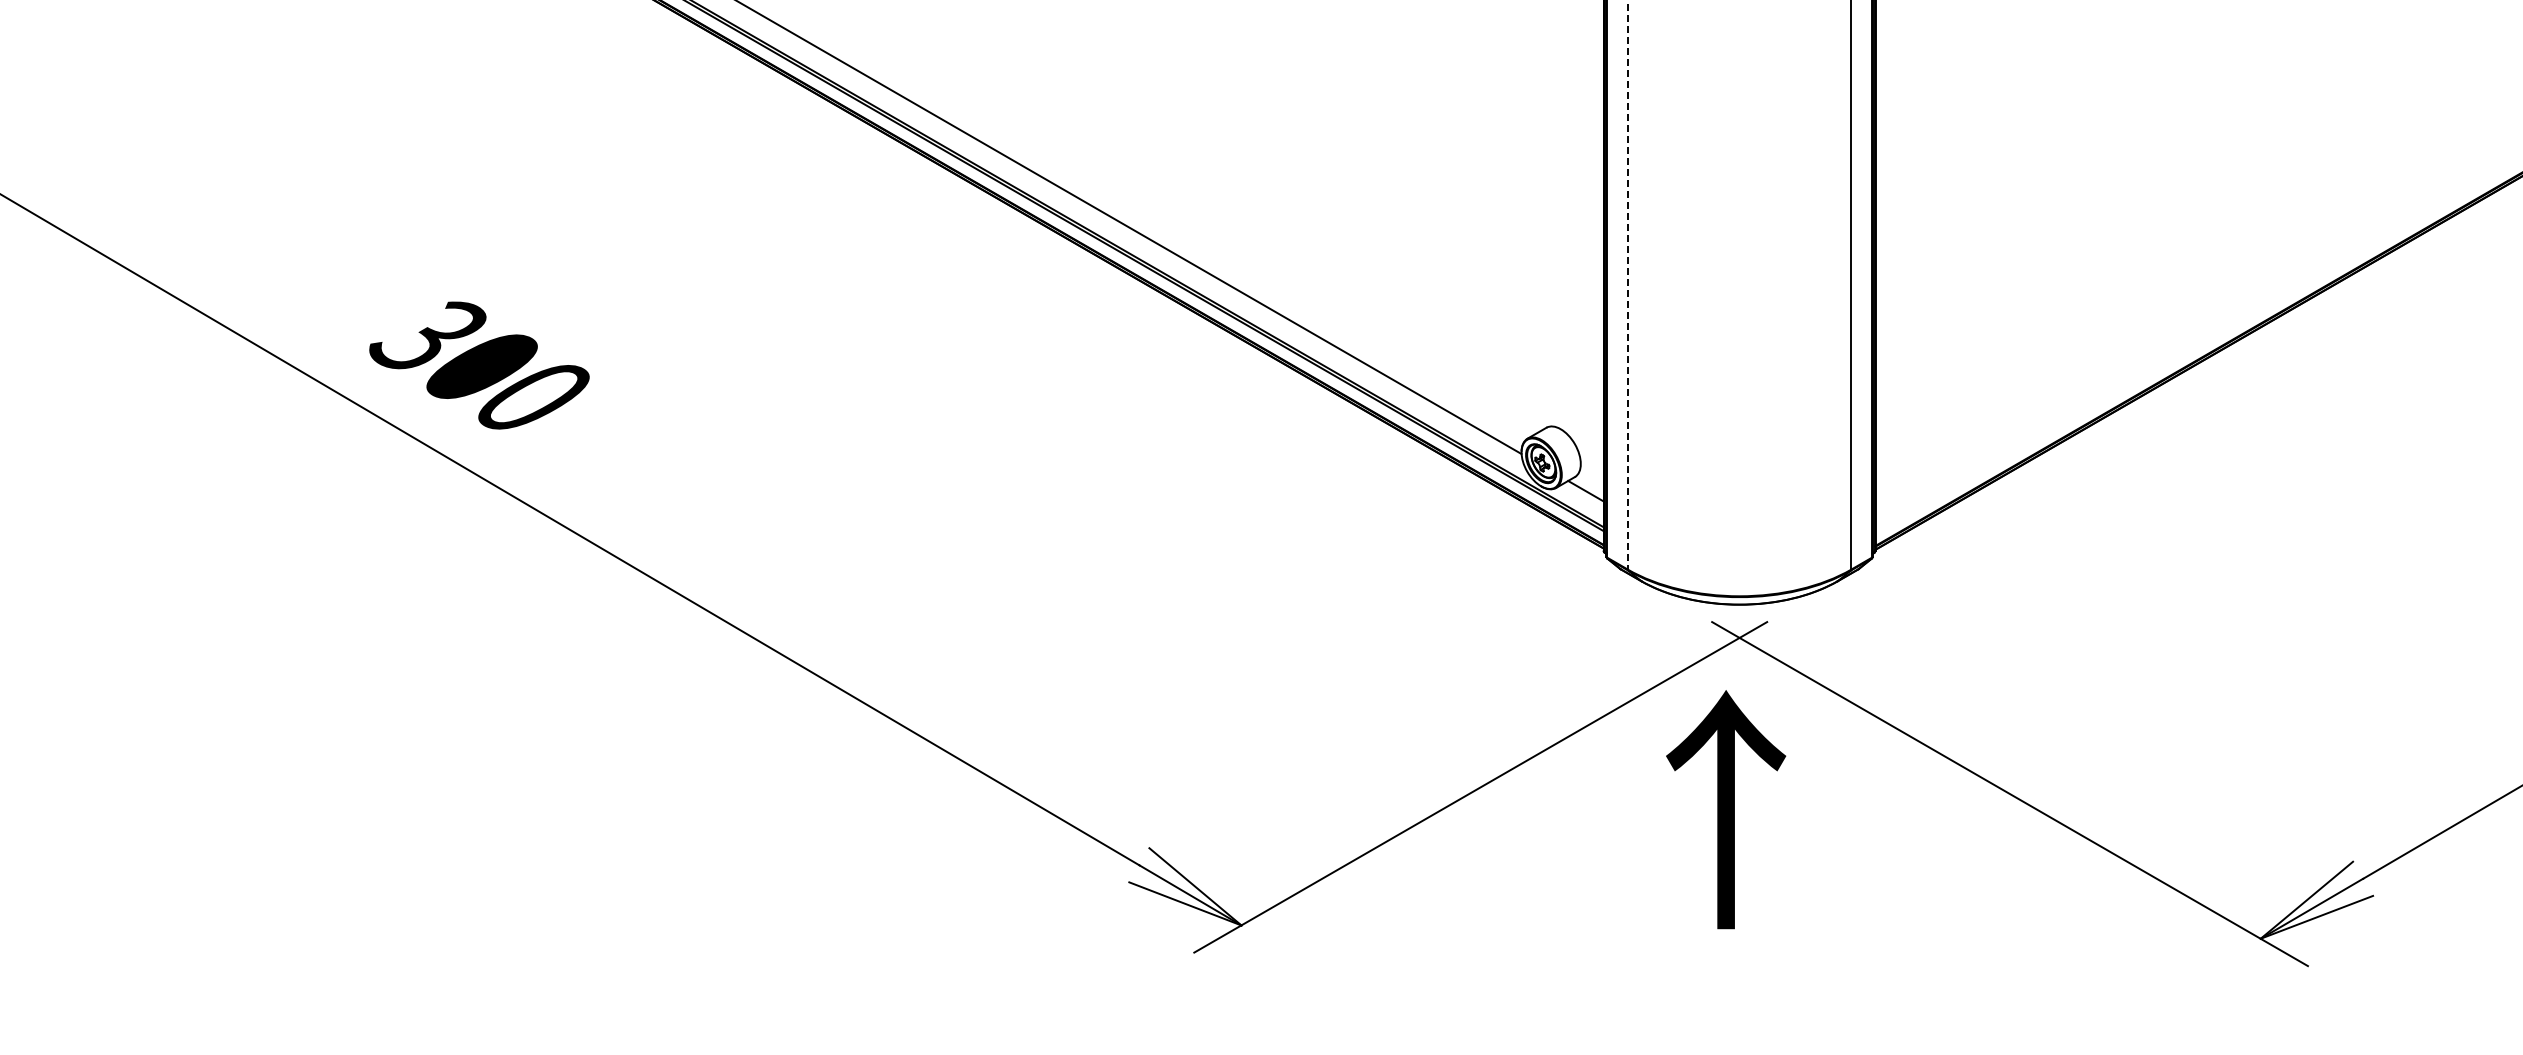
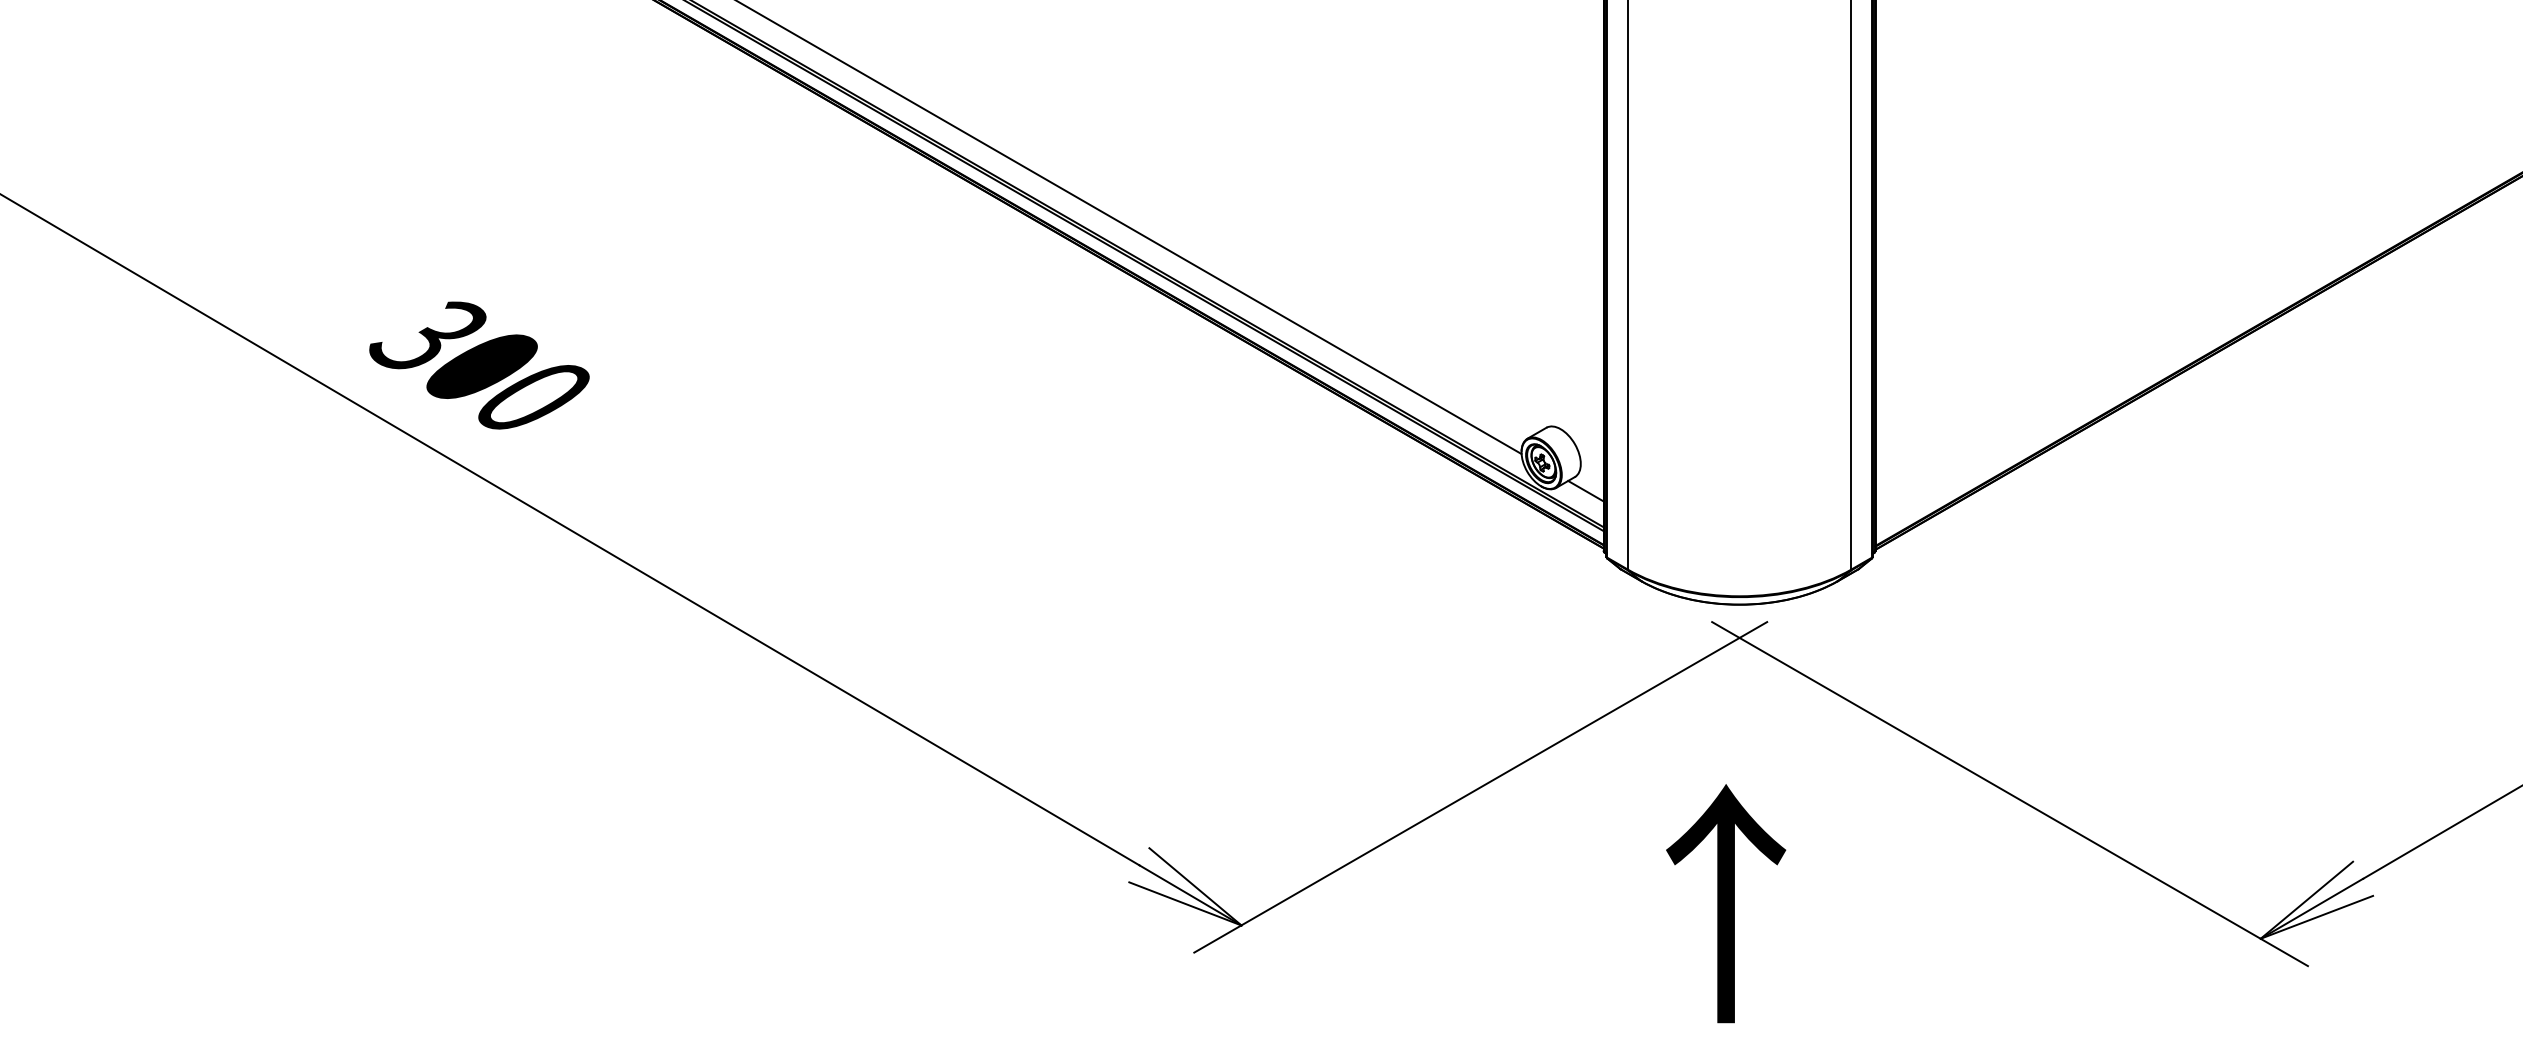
line at (1627, 285): dashed -> solid
text at (1726, 809) position: (1726, 809) -> (1726, 903)
